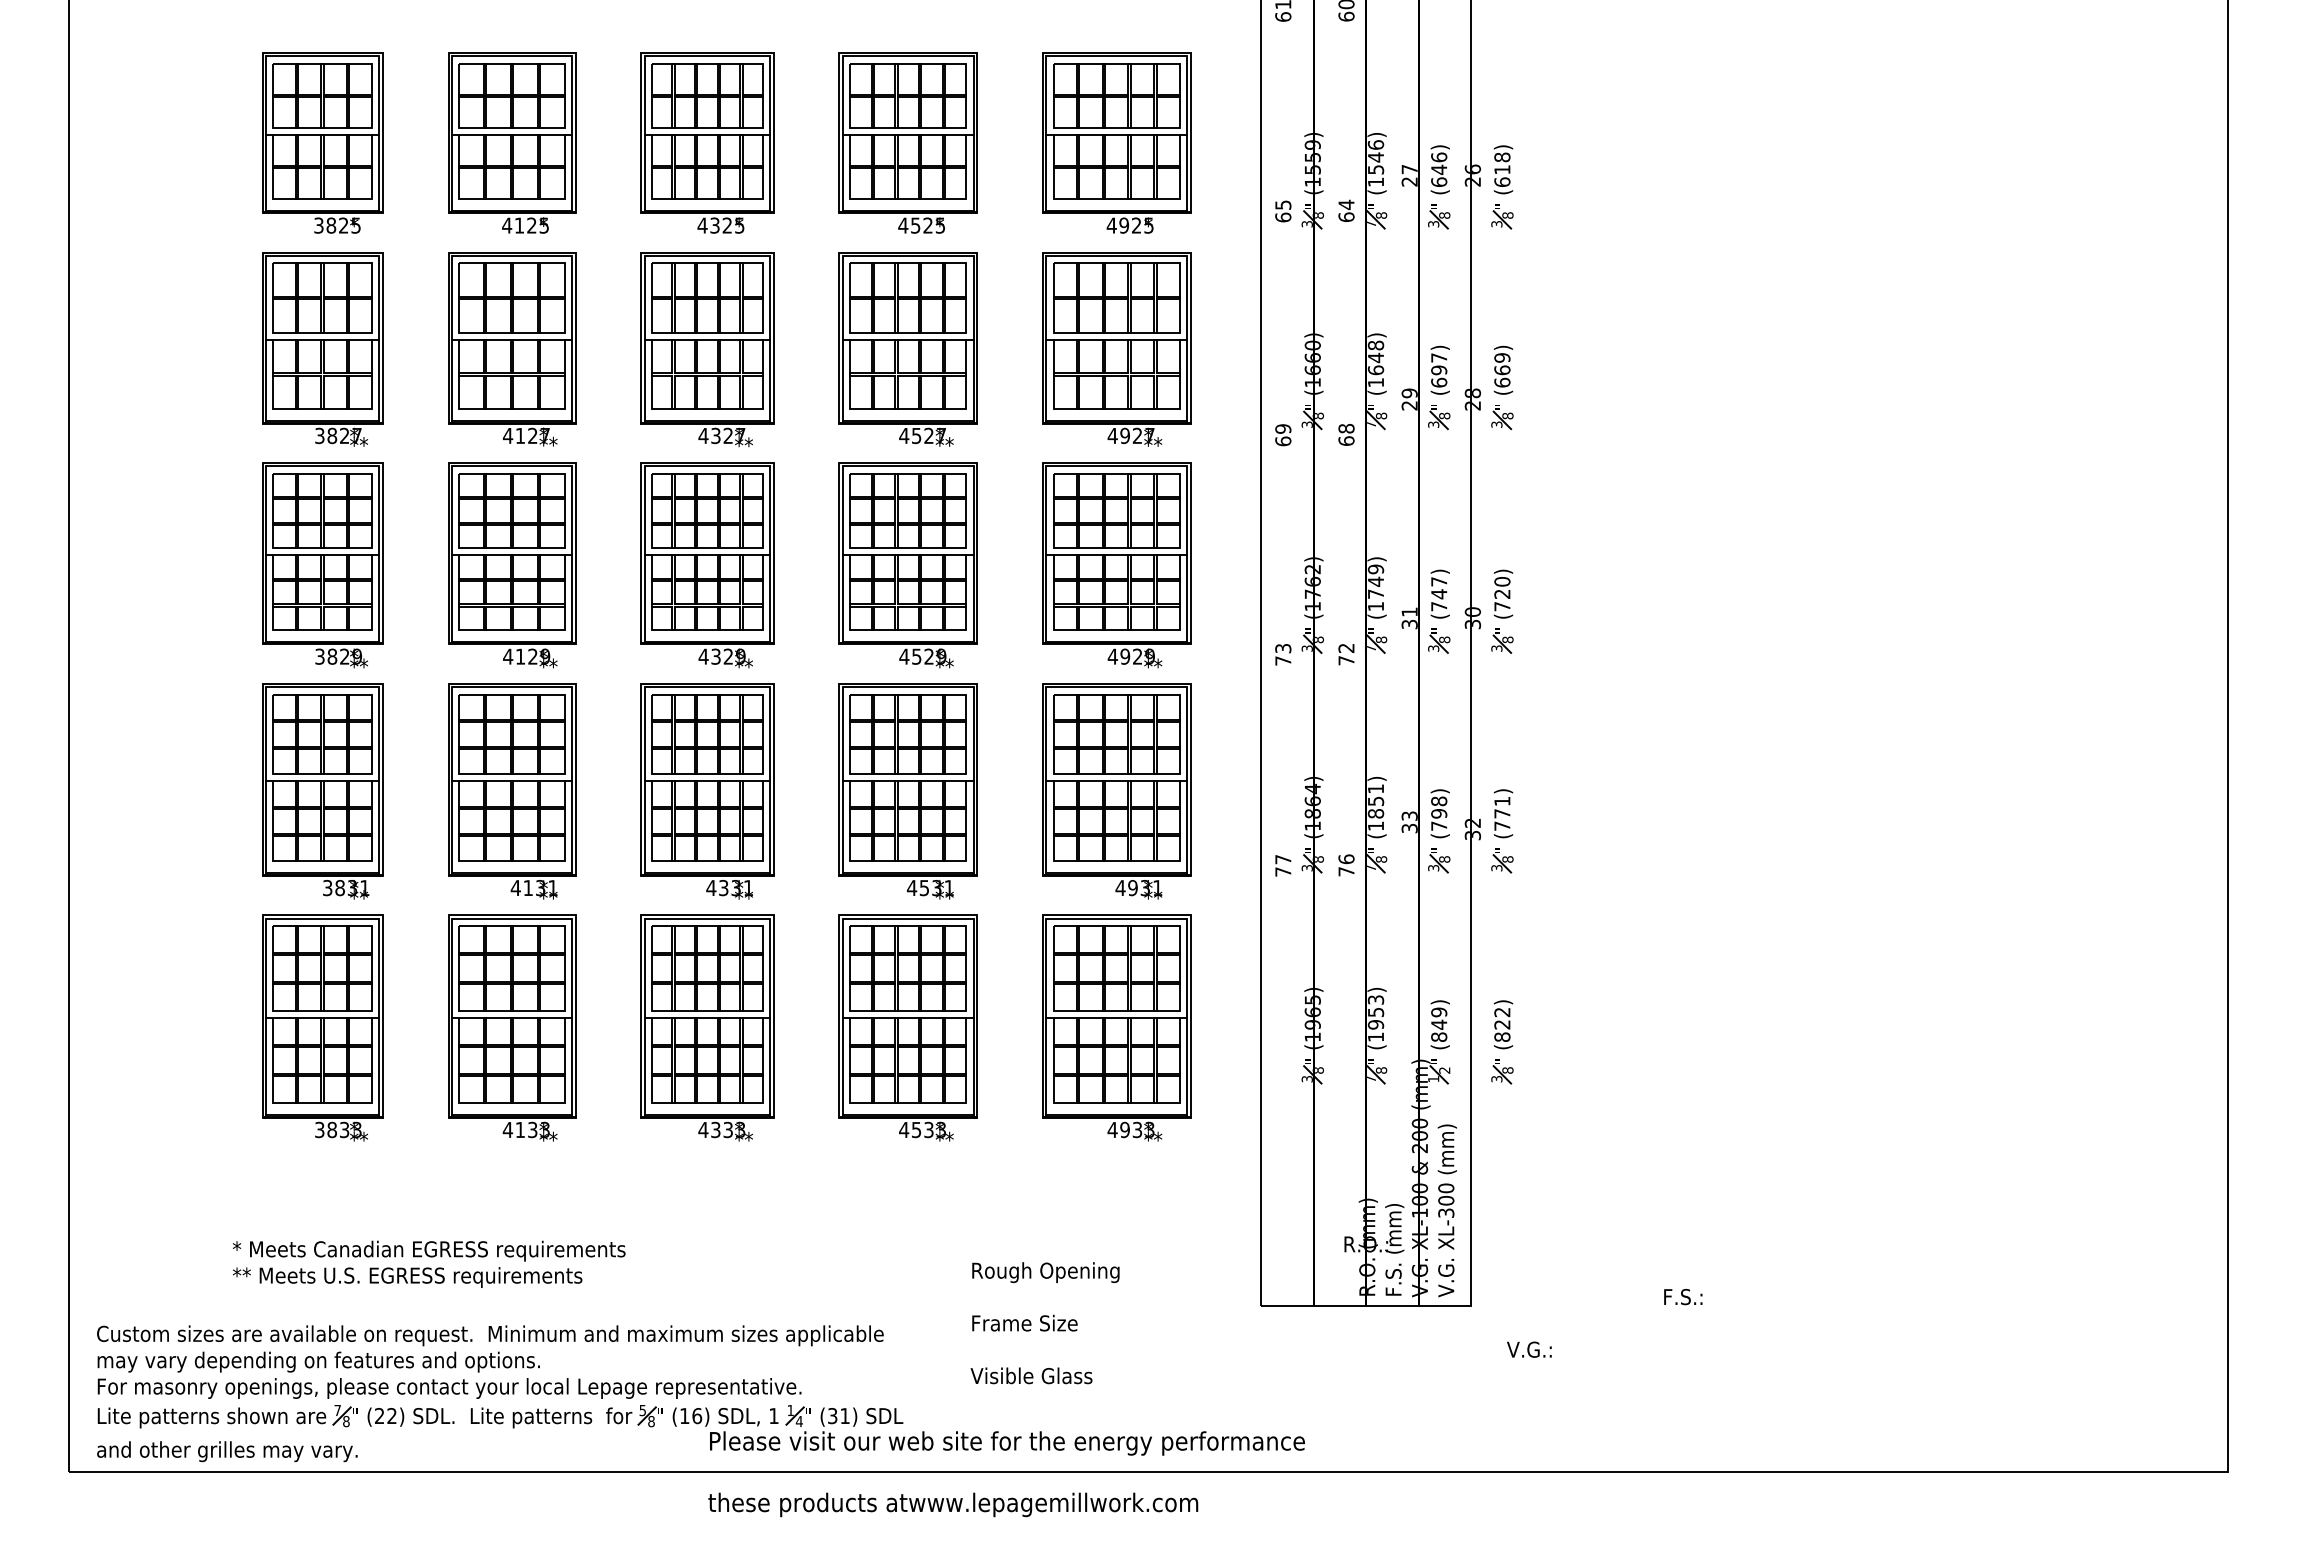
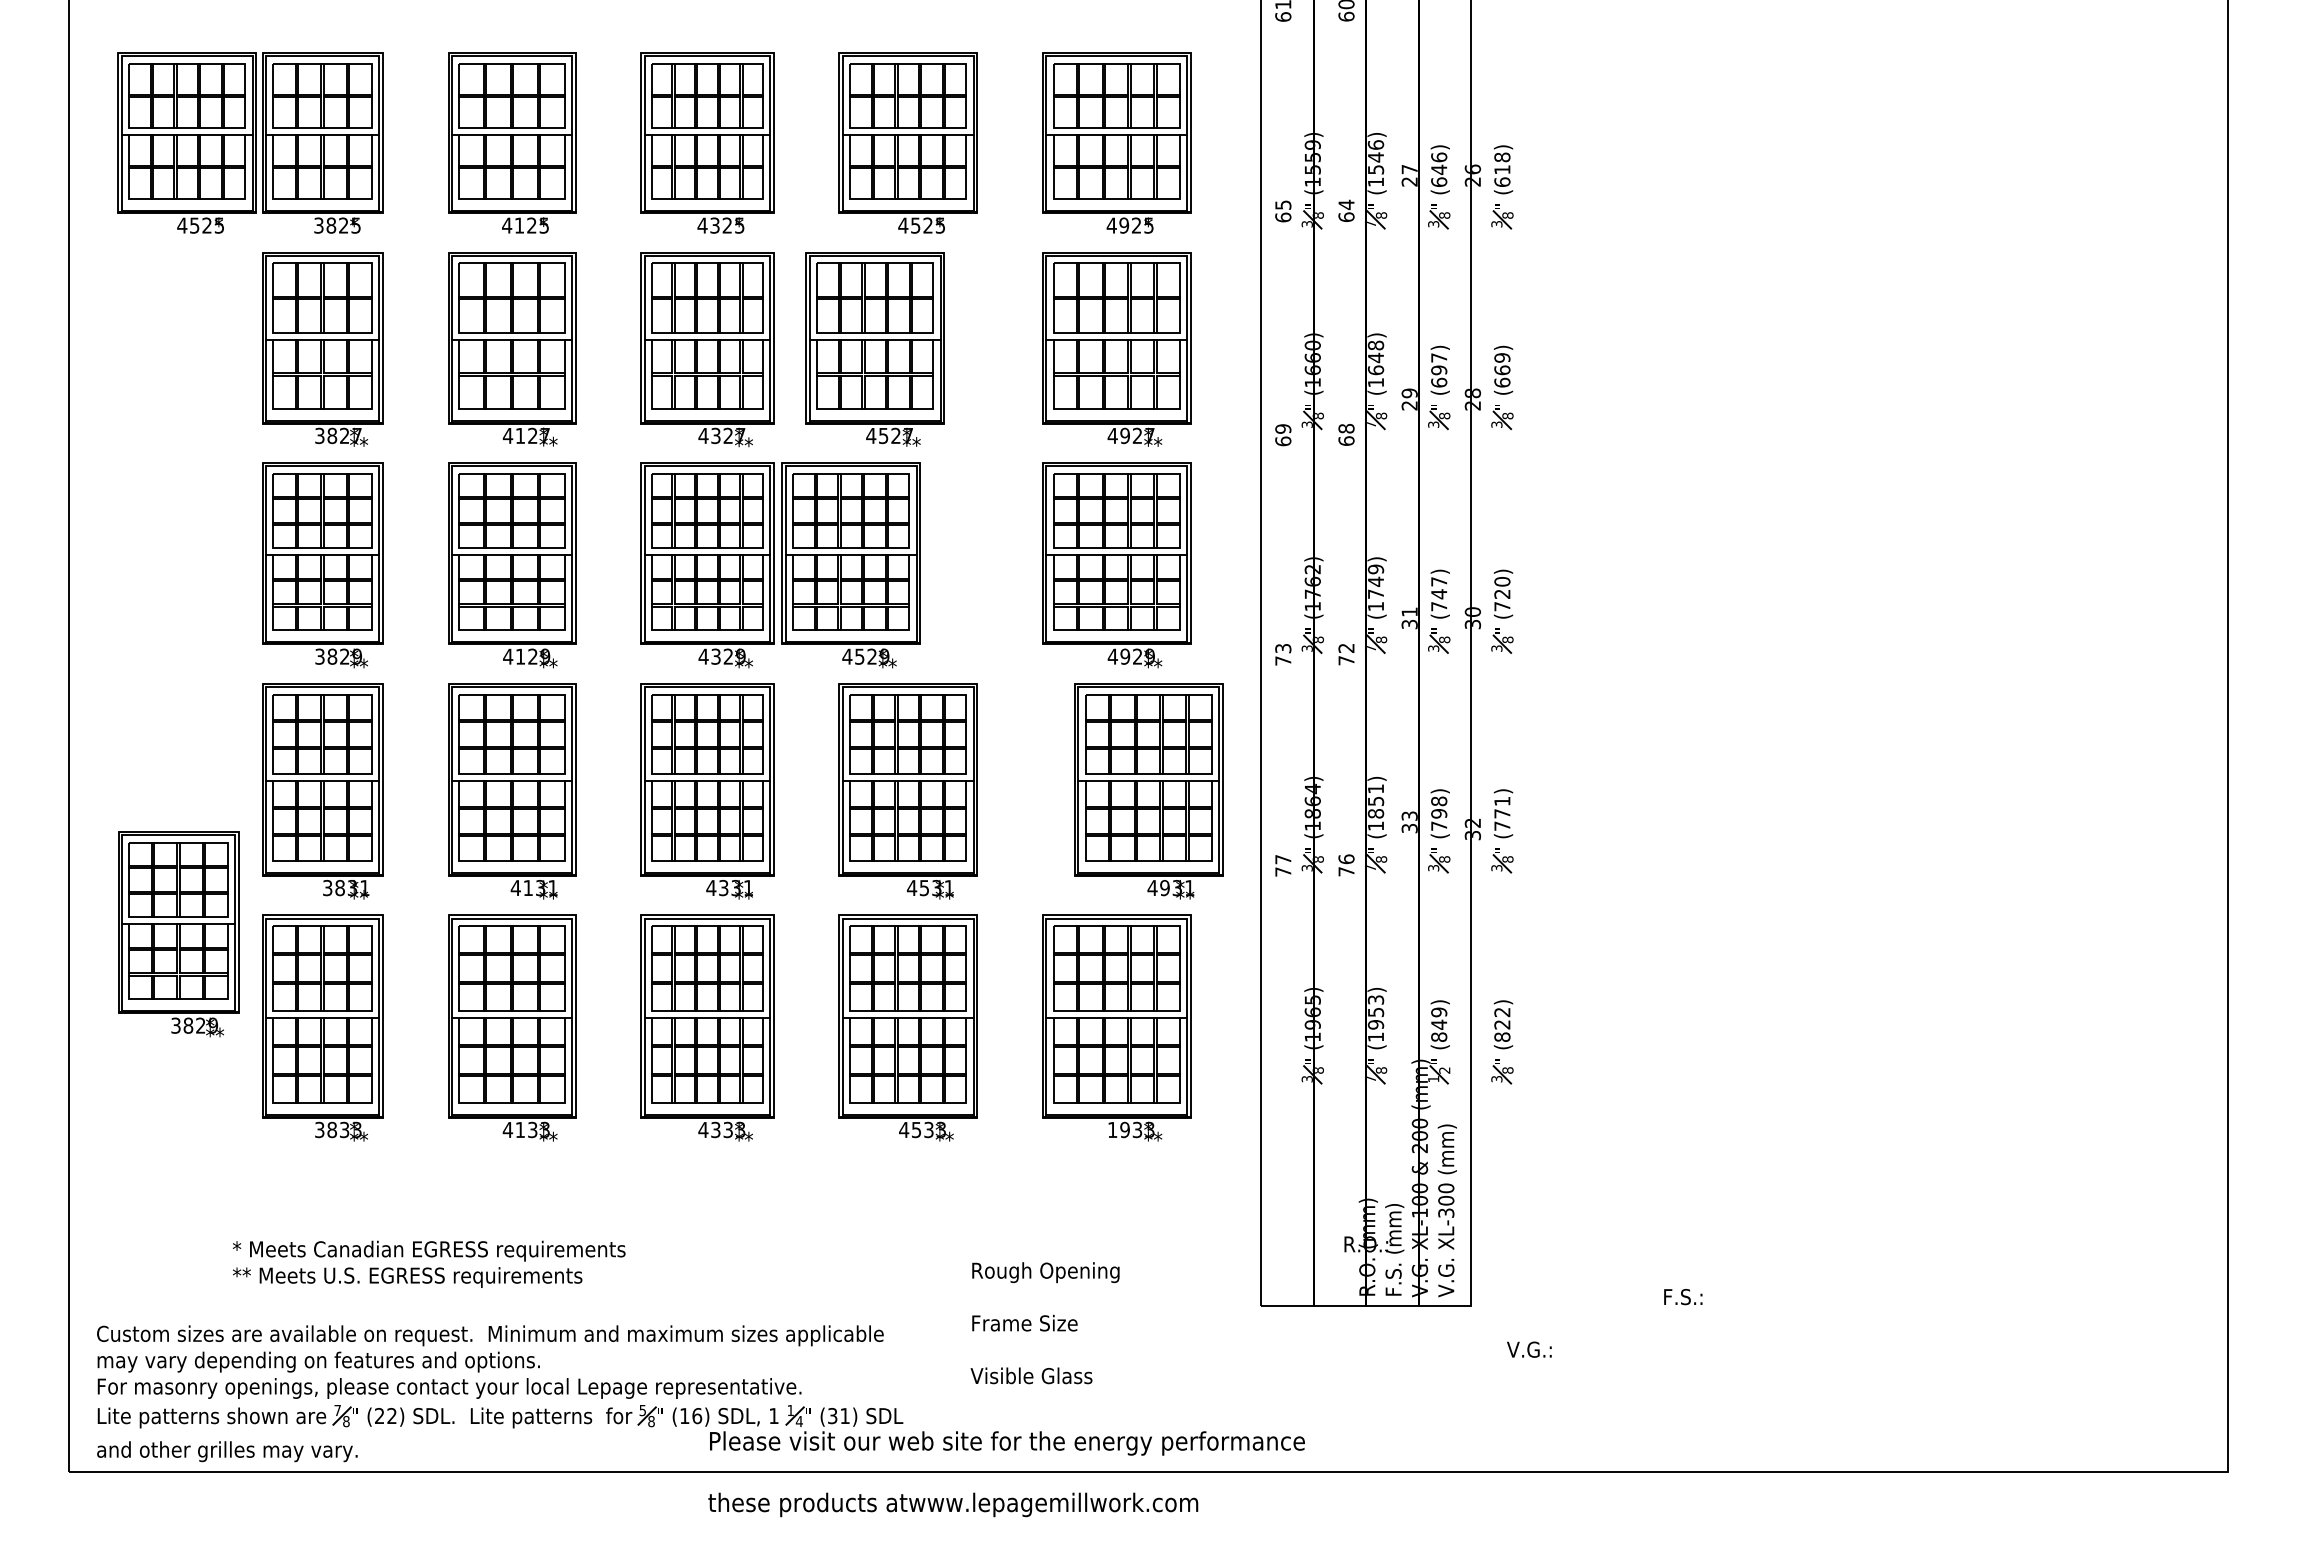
part at (186, 142): none -> present
part at (907, 349) position: (907, 349) -> (874, 349)
part at (907, 565) position: (907, 565) -> (850, 565)
part at (1116, 791) position: (1116, 791) -> (1148, 791)
part at (178, 934): none -> present
text at (1112, 1129): 4933 -> 1933
